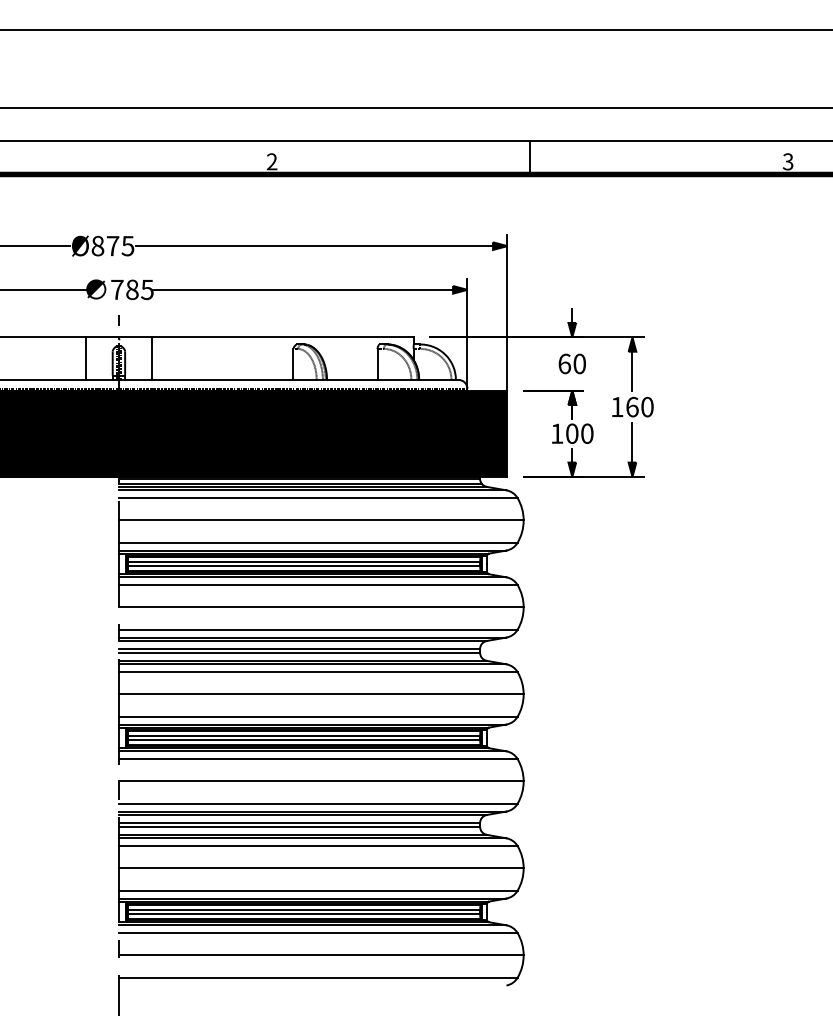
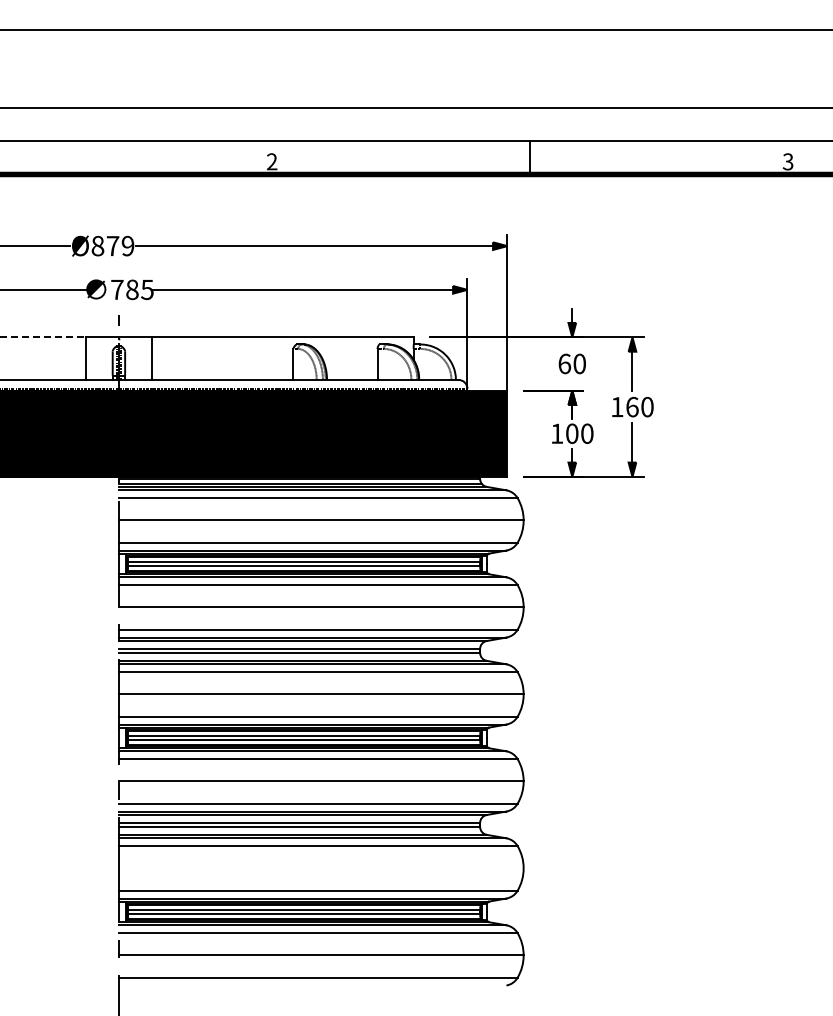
text at (127, 245): Ø875 -> Ø879
line at (43, 337): solid -> dashed
line at (320, 868): present -> none
